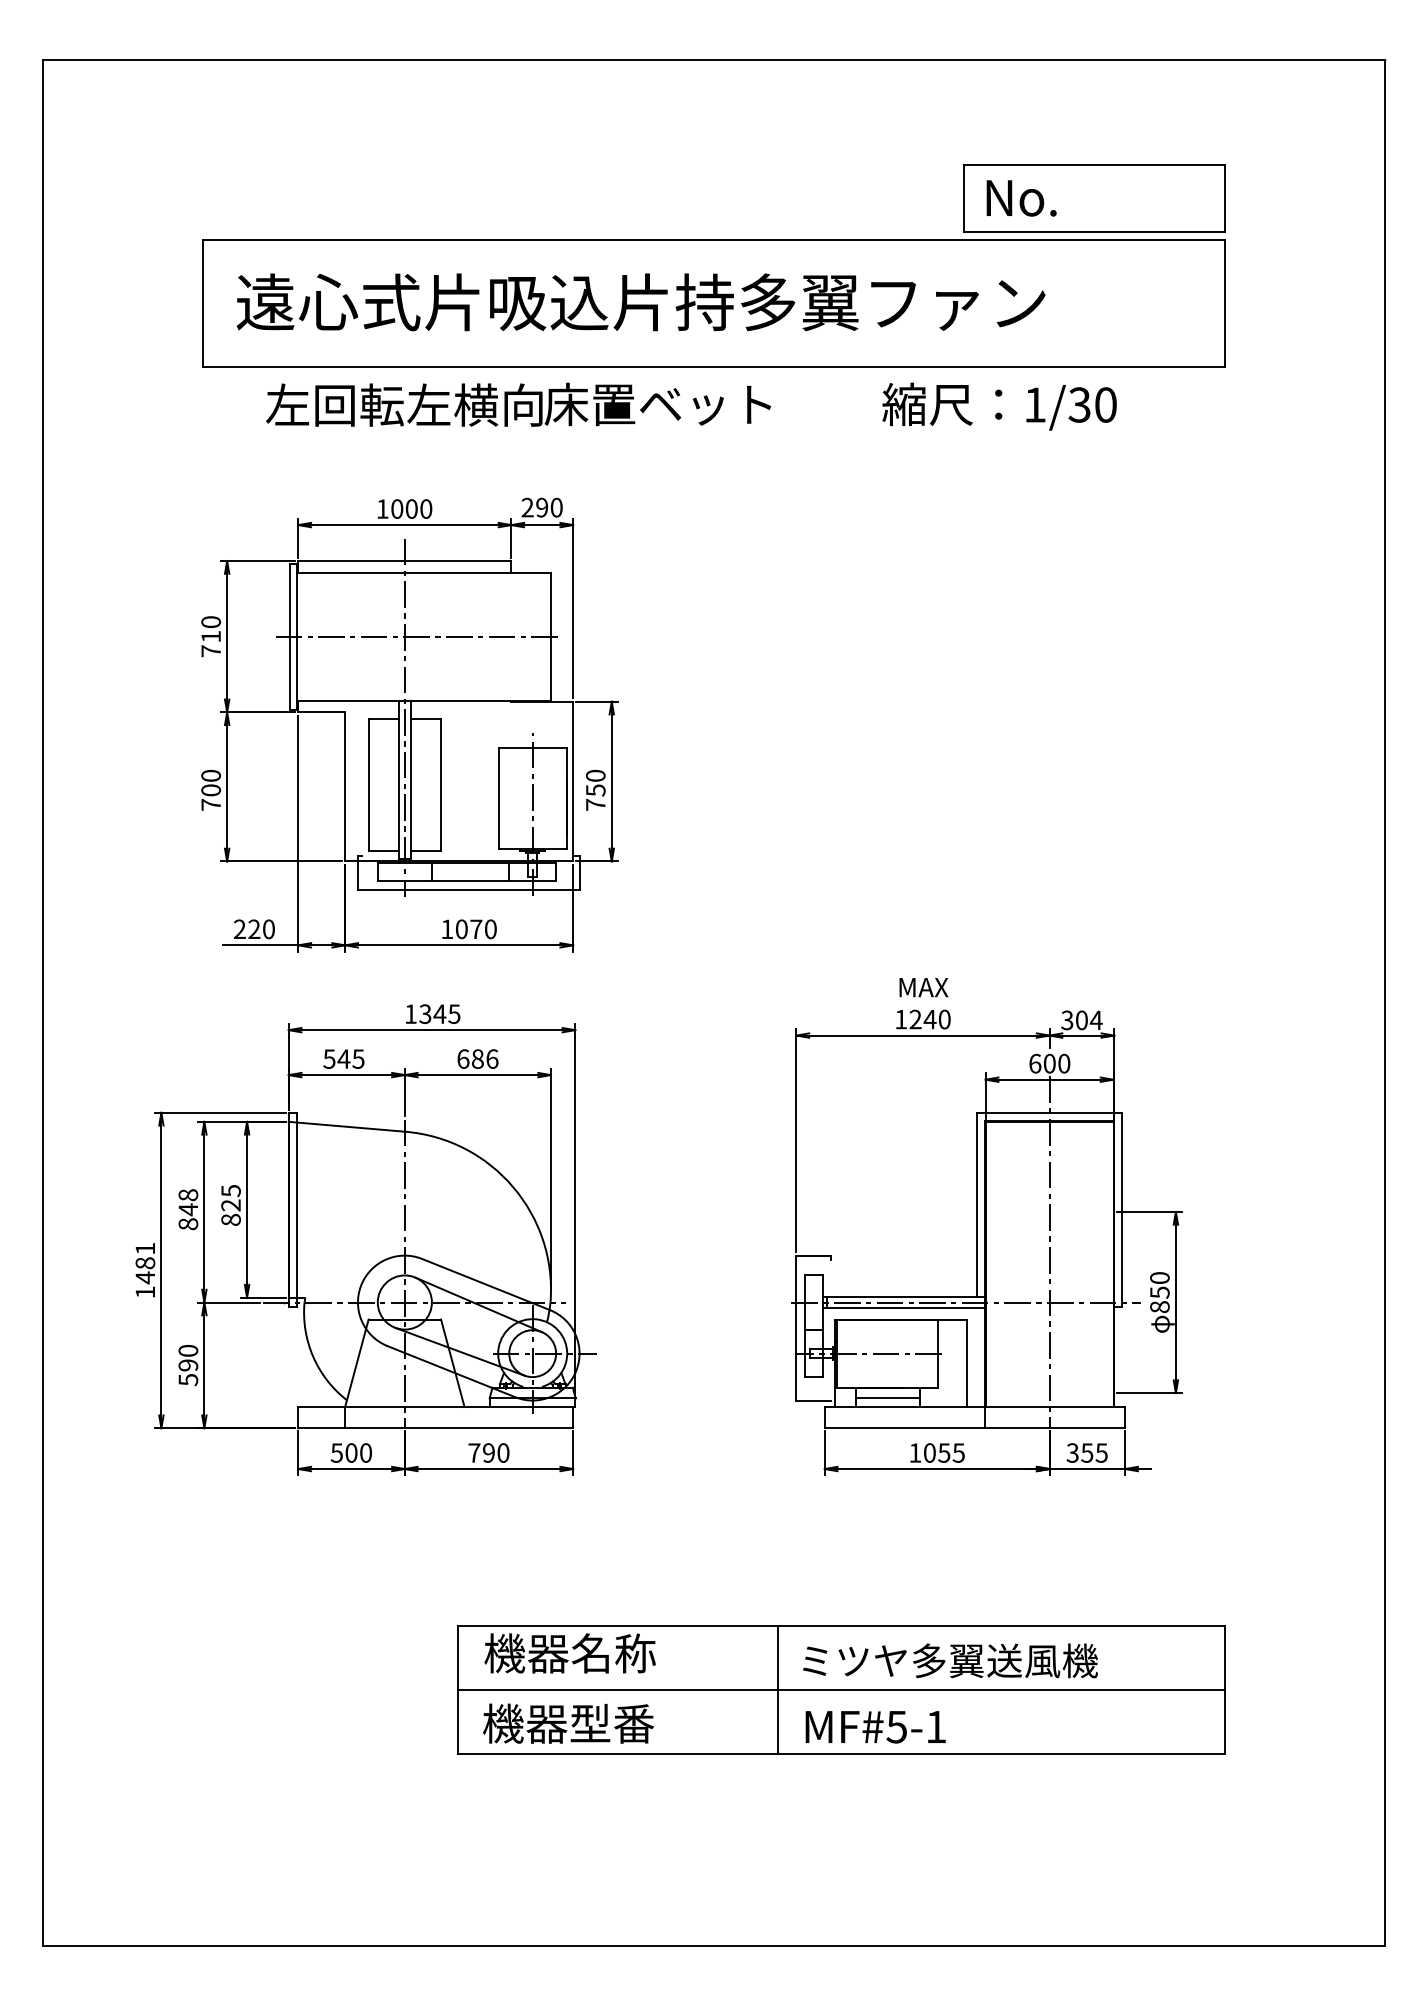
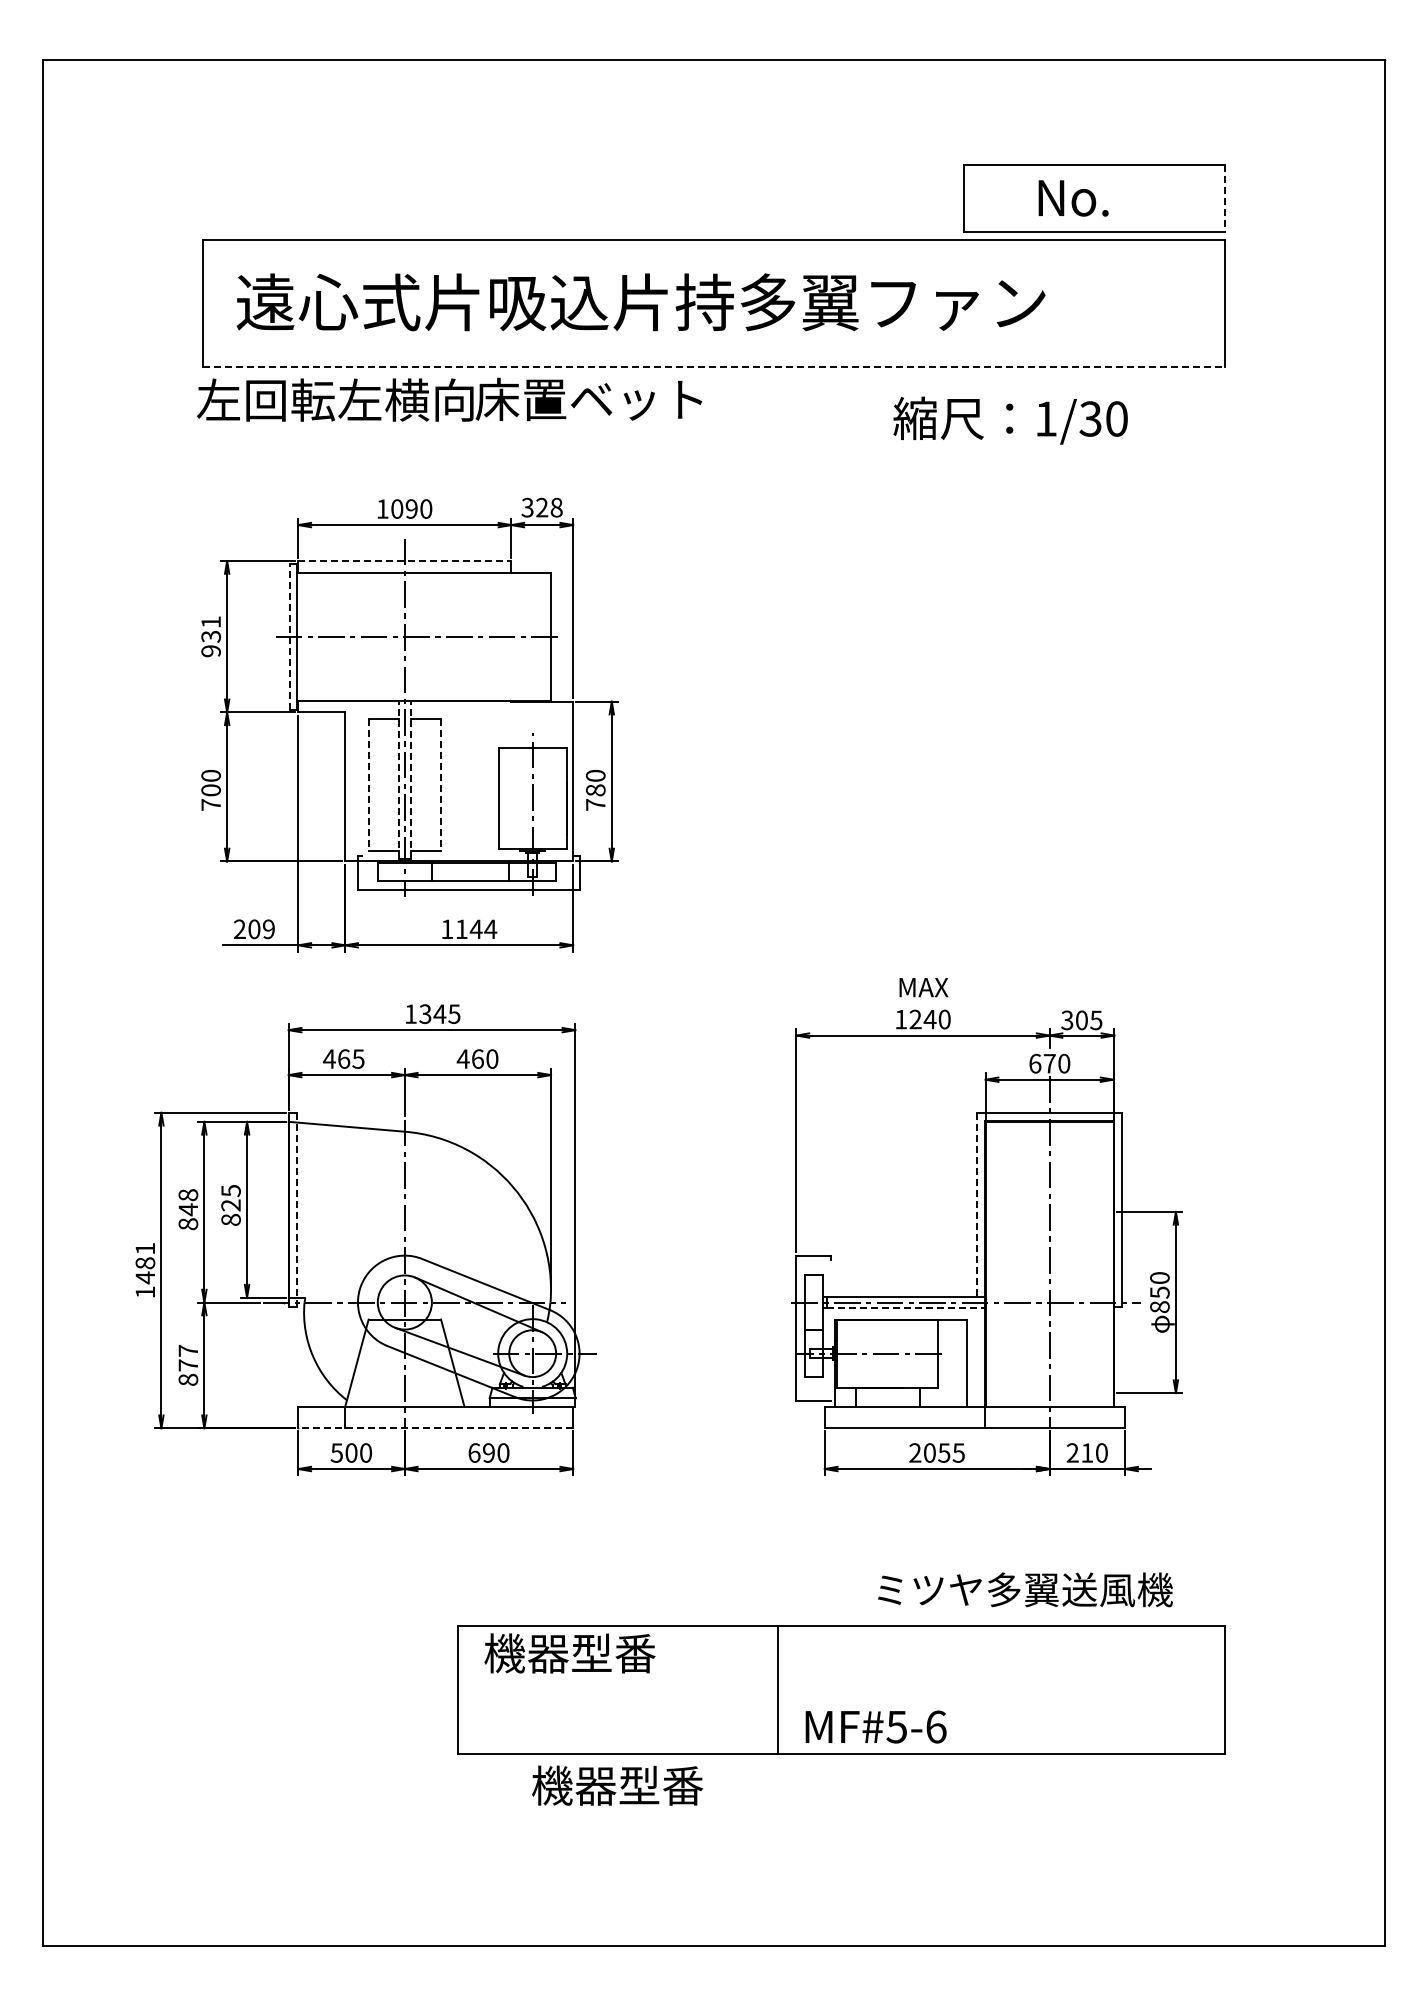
text at (1021, 198) position: (1021, 198) -> (1073, 198)
line at (1225, 198): solid -> dashed
line at (714, 367): solid -> dashed
text at (518, 404) position: (518, 404) -> (449, 399)
text at (999, 406) position: (999, 406) -> (1010, 420)
text at (541, 507): 290 -> 328
text at (411, 508): 1000 -> 1090
line at (404, 561): solid -> dashed
text at (210, 636): 710 -> 931
line at (289, 636): solid -> dashed
line at (399, 780): solid -> dashed
line at (410, 780): solid -> dashed
line at (368, 785): solid -> dashed
line at (441, 785): solid -> dashed
text at (595, 790): 750 -> 780
text at (261, 929): 220 -> 209
text at (476, 929): 1070 -> 1144
text at (1095, 1020): 304 -> 305
text at (336, 1058): 545 -> 465
text at (477, 1058): 686 -> 460
text at (1049, 1063): 600 -> 670
line at (976, 1204): solid -> dashed
line at (297, 1209): solid -> dashed
line at (906, 1308): solid -> dashed
text at (188, 1365): 590 -> 877
line at (887, 1398): present -> none
line at (435, 1428): solid -> dashed
text at (474, 1452): 790 -> 690
text at (915, 1452): 1055 -> 2055
text at (1086, 1452): 355 -> 210
text at (613, 1653): 機器名称 -> 機器型番
text at (950, 1660) position: (950, 1660) -> (1025, 1589)
line at (841, 1690): present -> none
text at (568, 1723) position: (568, 1723) -> (617, 1785)
text at (936, 1726): MF#5-1 -> MF#5-6
